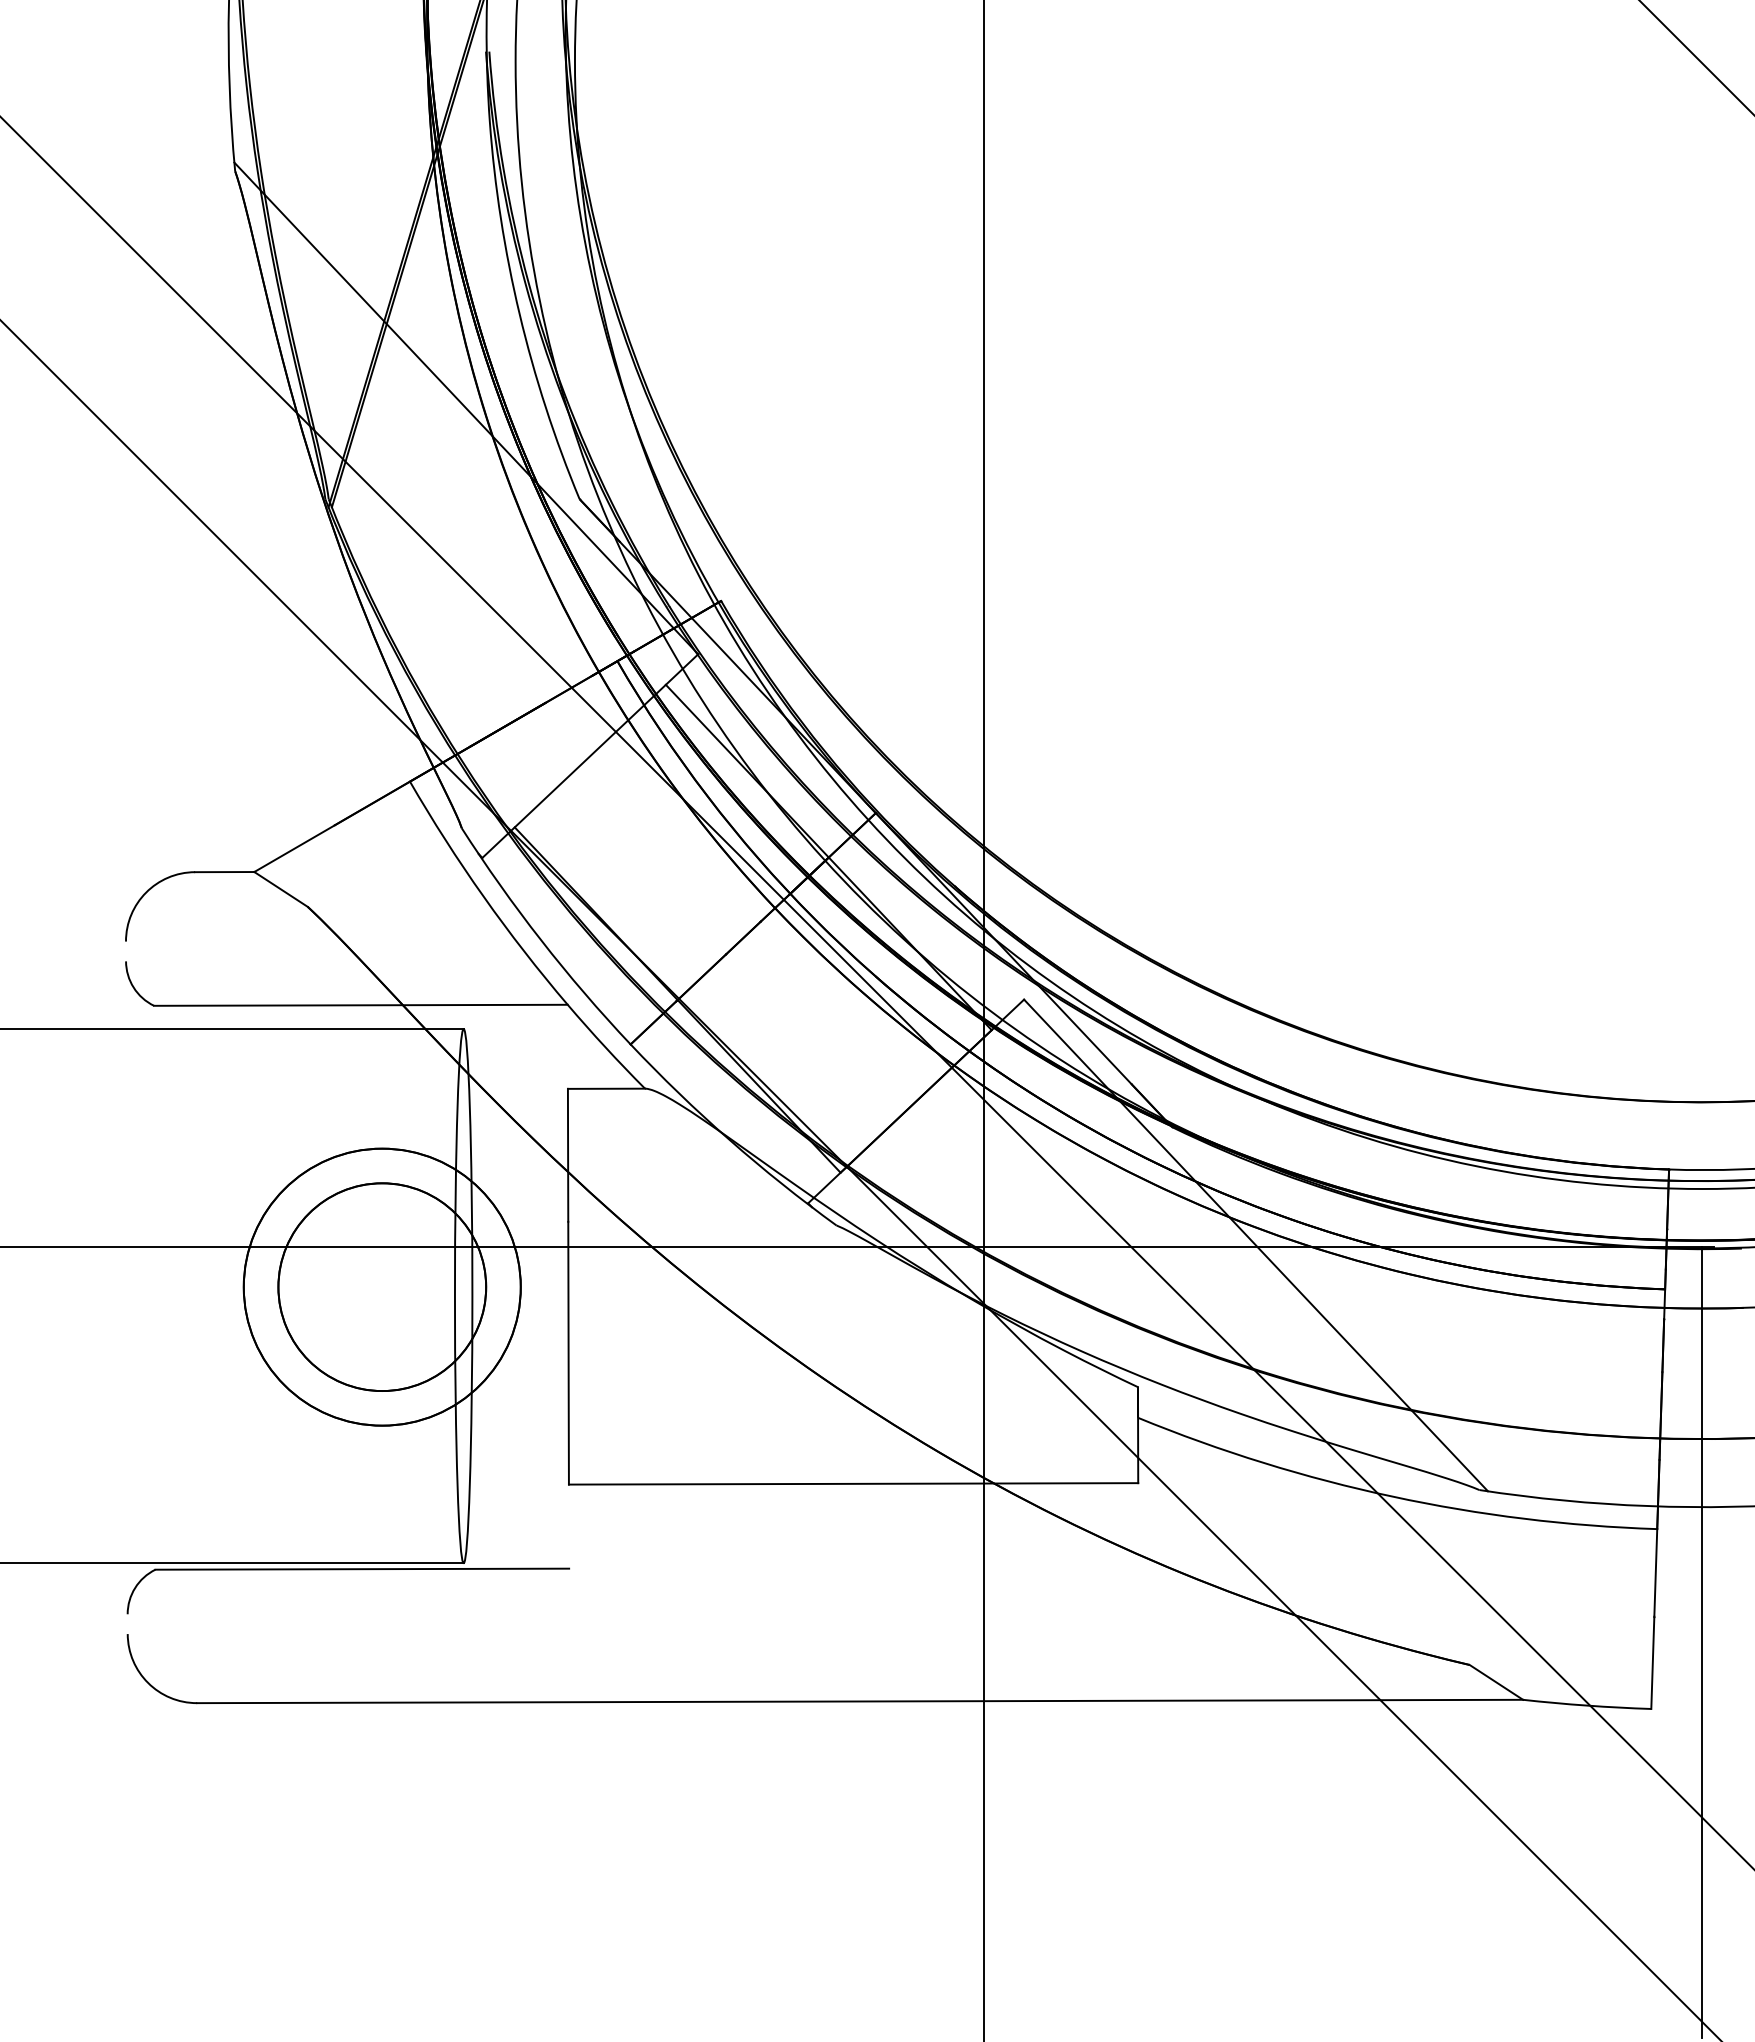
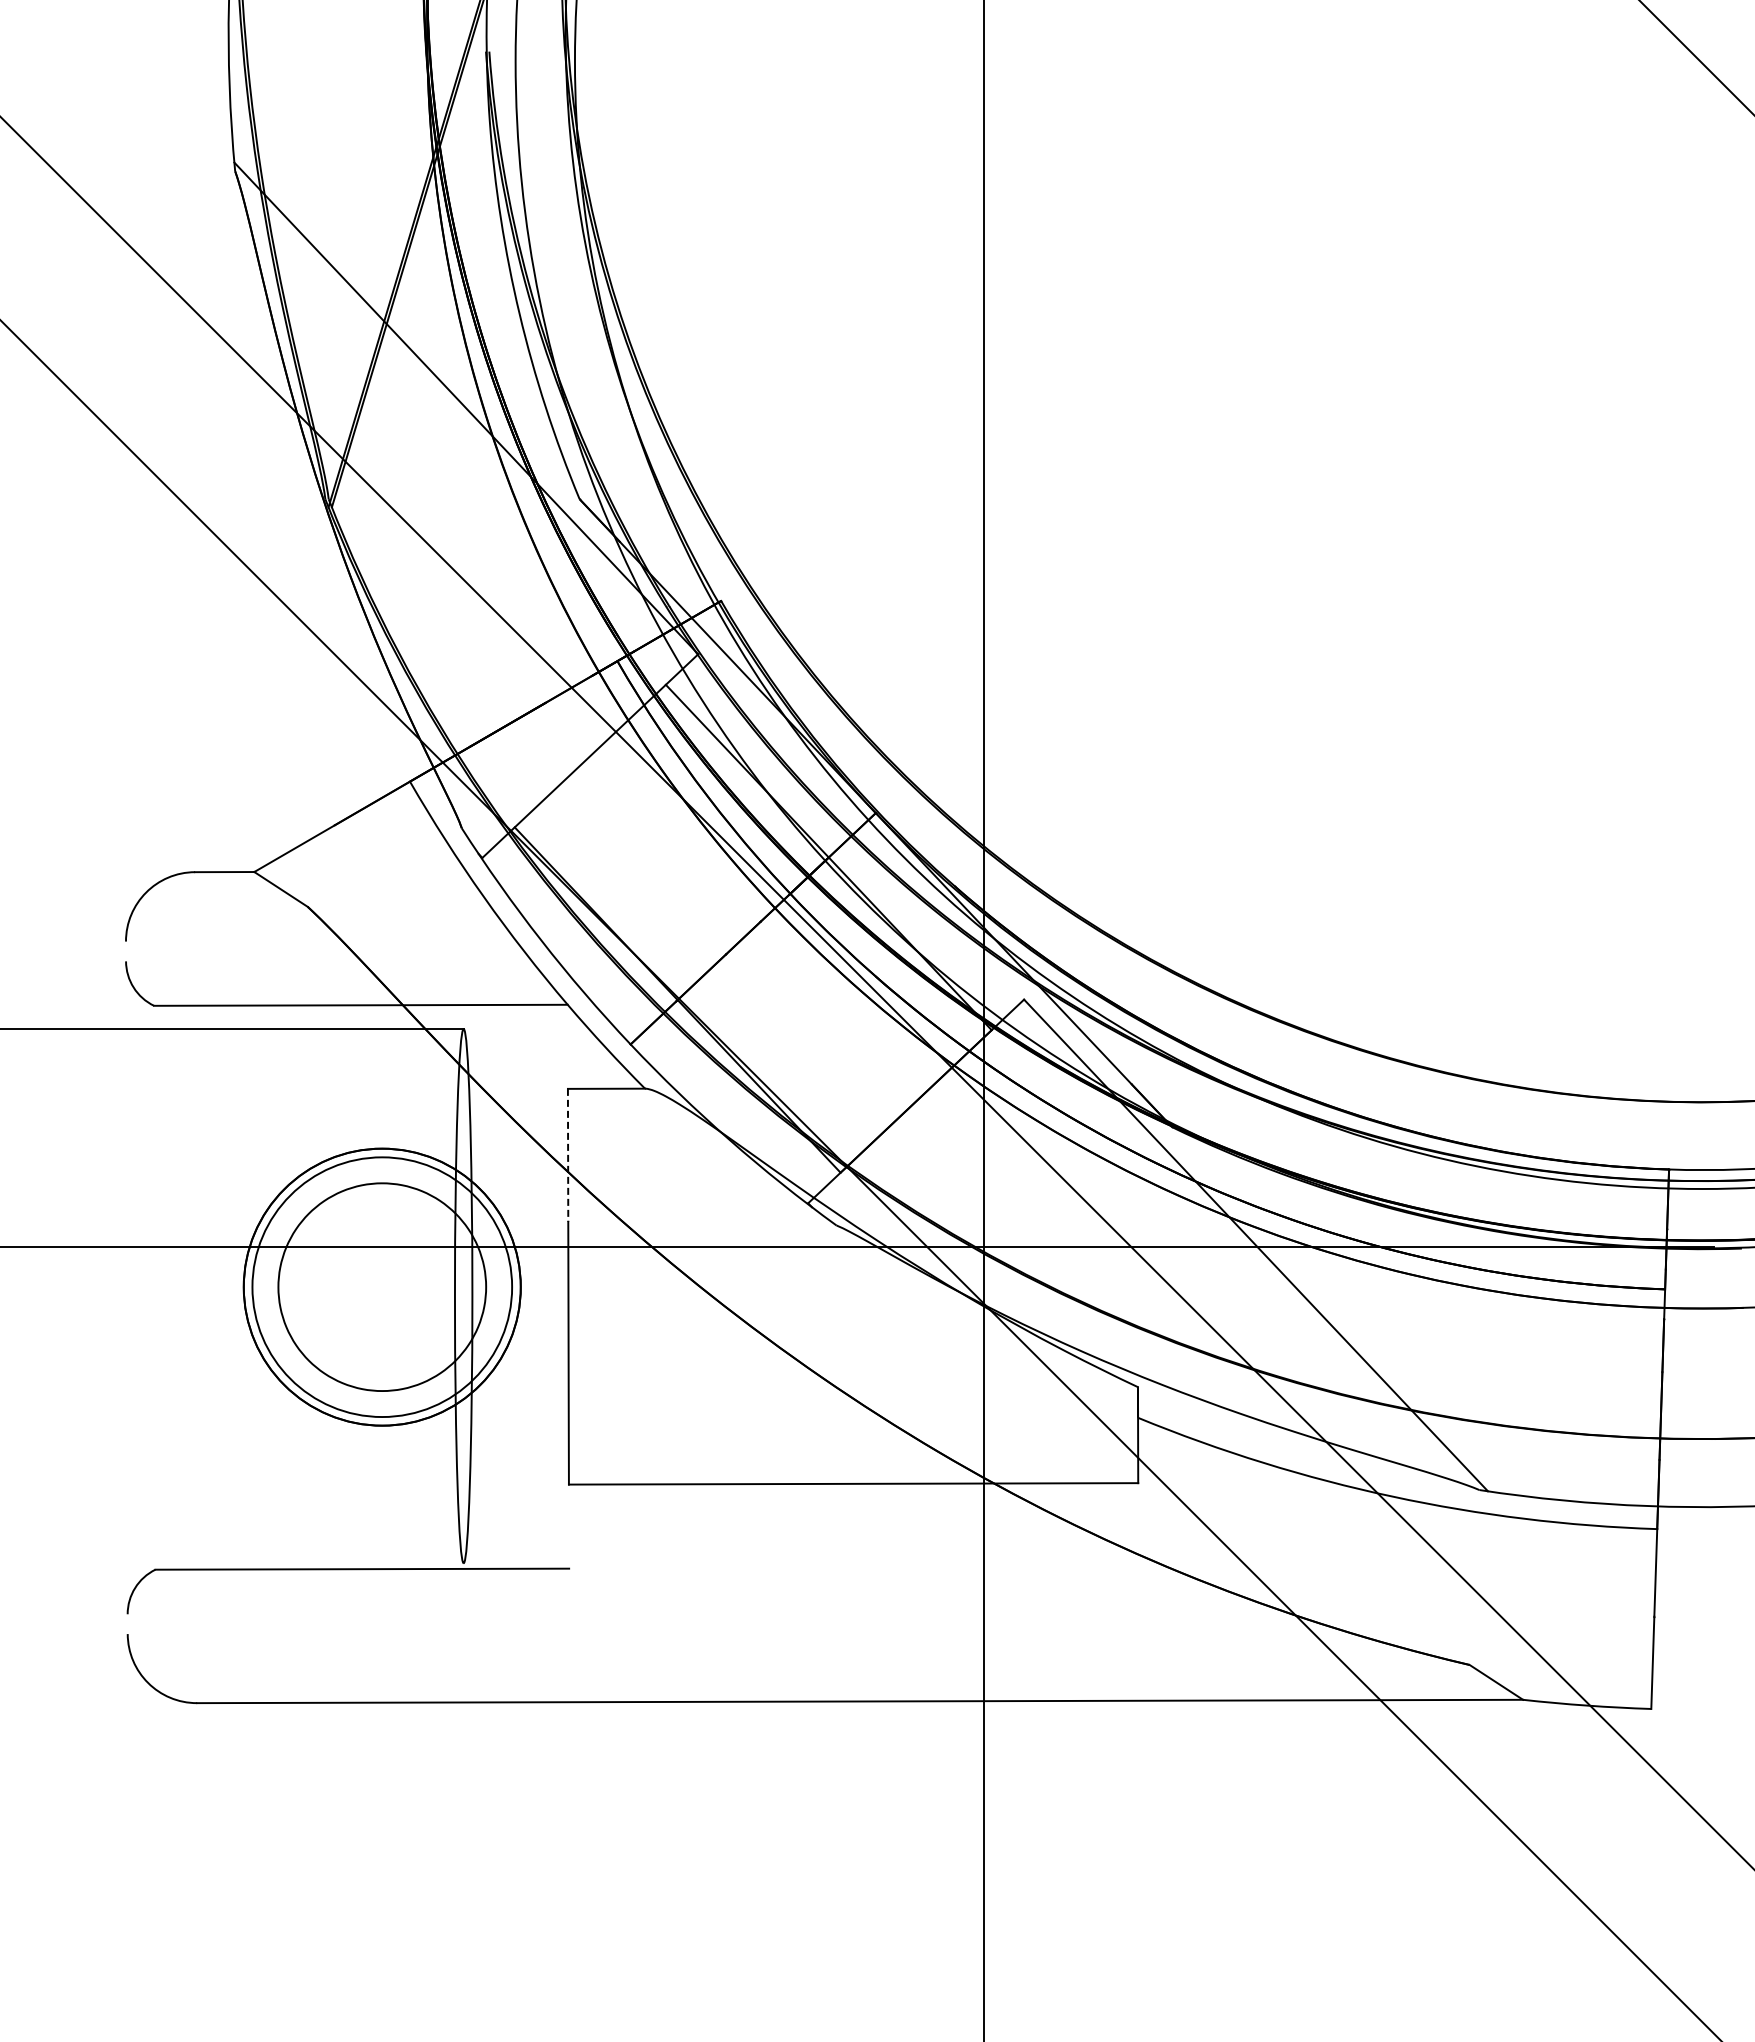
line at (568, 1155): solid -> dashed
circle at (382, 1287) diameter: 208 px -> 260 px
line at (232, 1563): present -> none
line at (1701, 1642): present -> none
